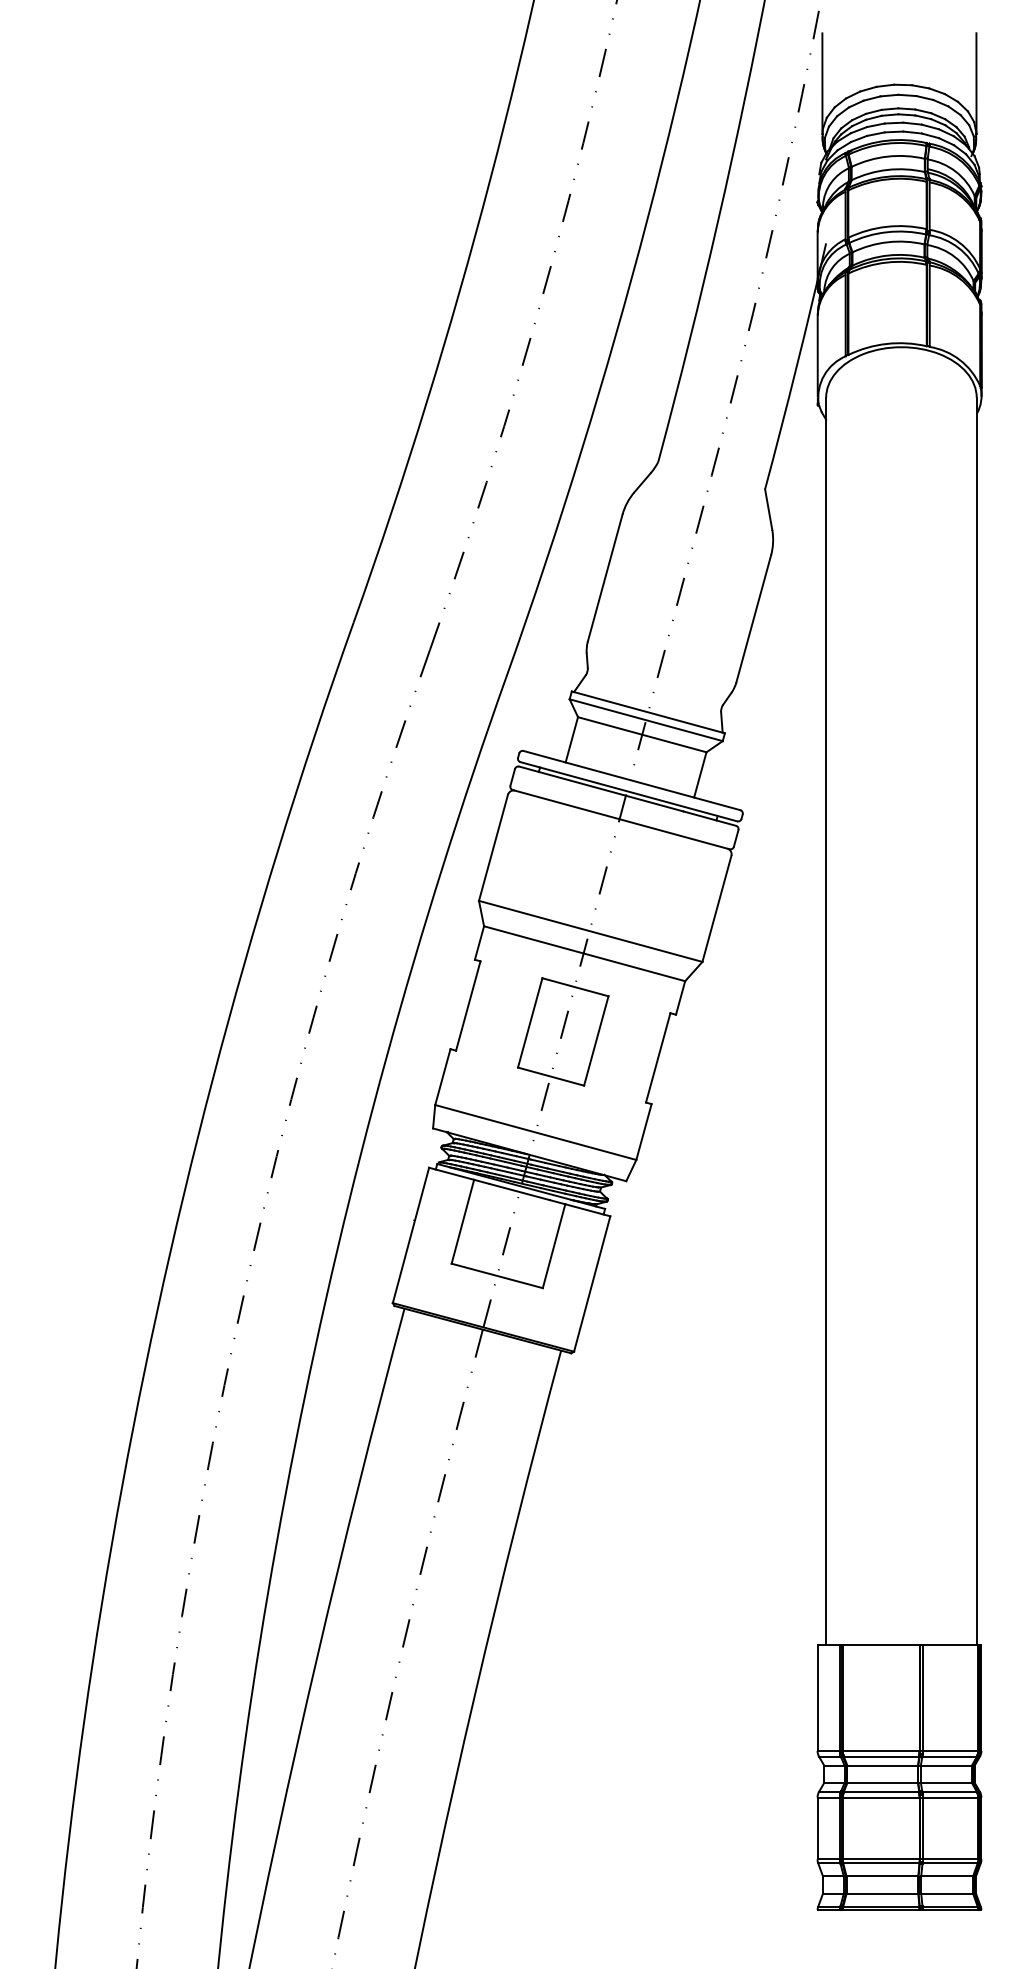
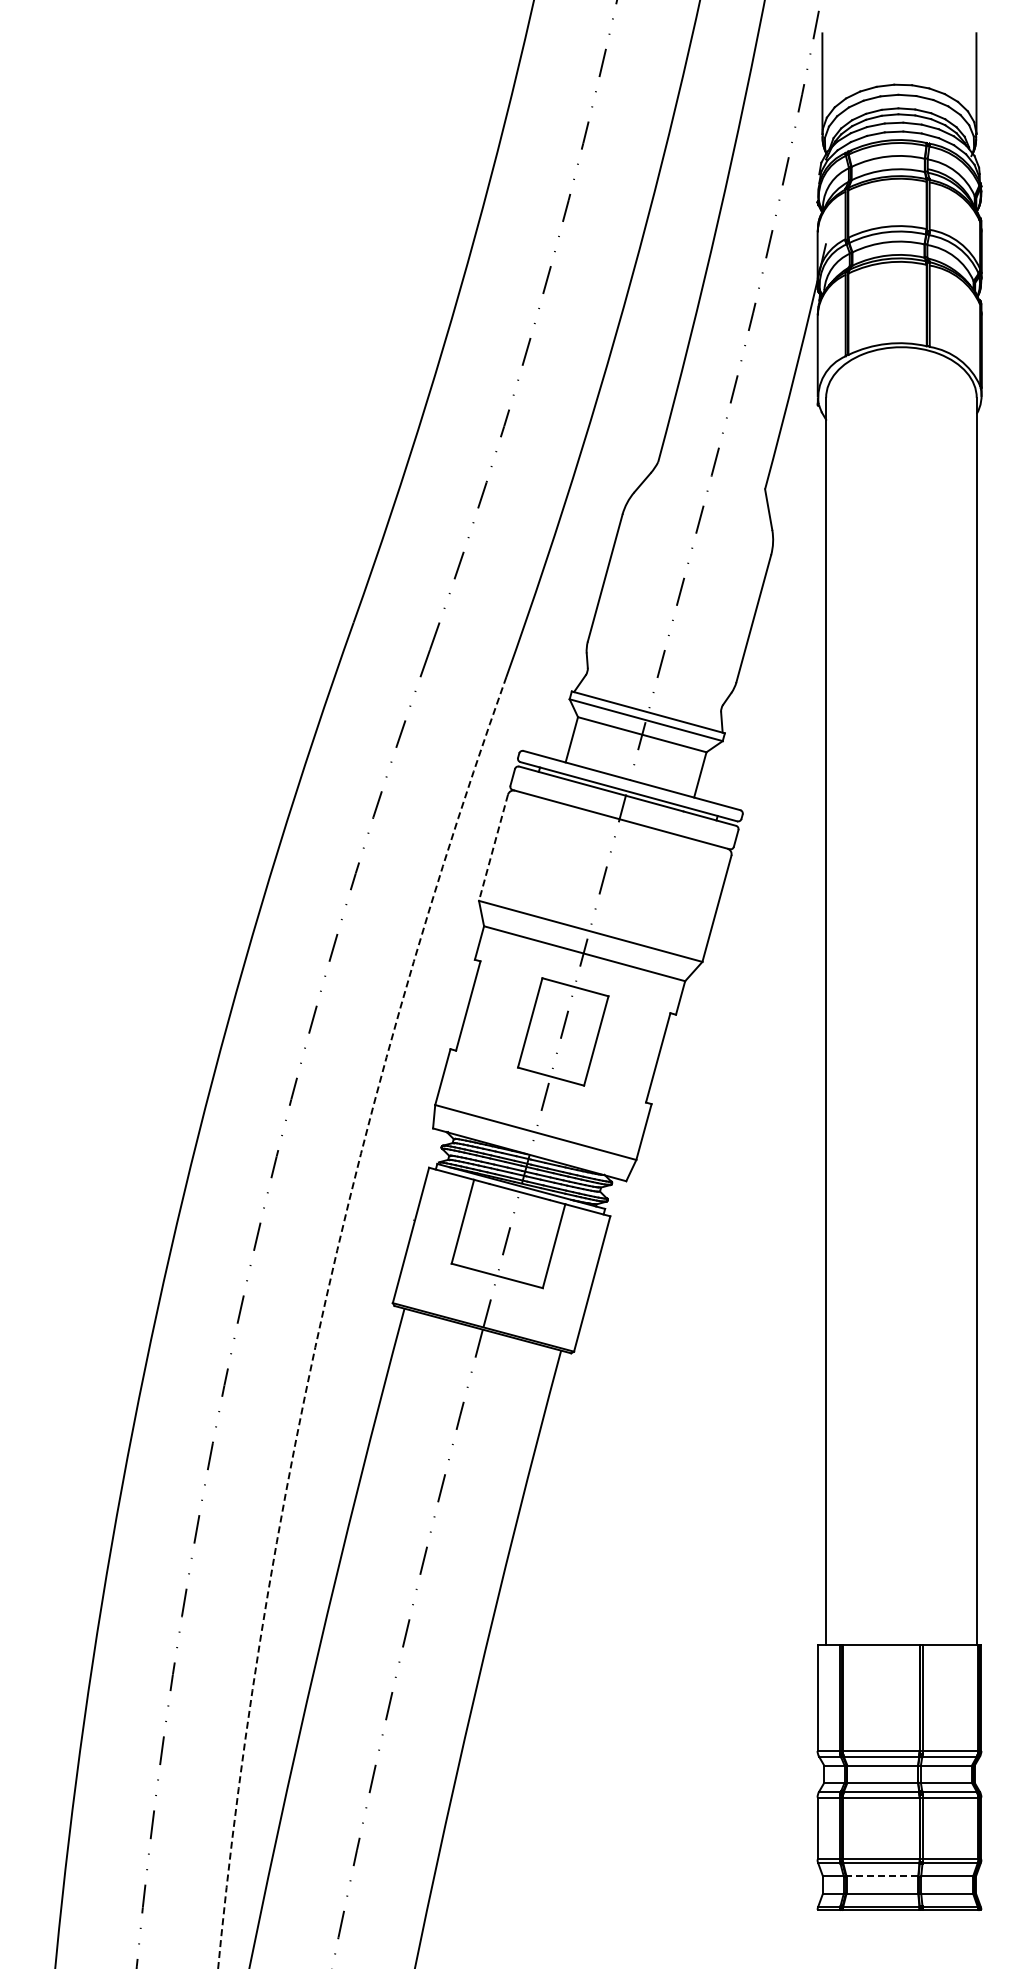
line at (493, 848): solid -> dashed
arc at (322, 1314): solid -> dashed
line at (882, 1876): solid -> dashed
